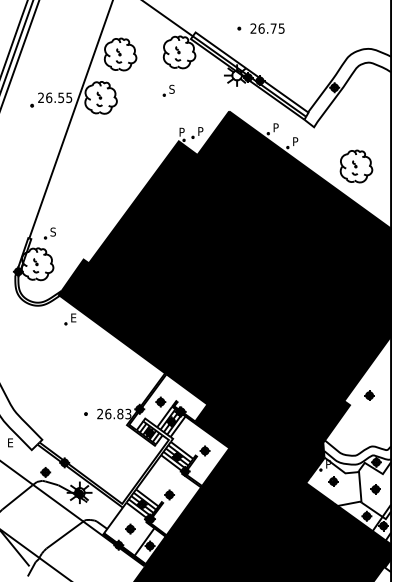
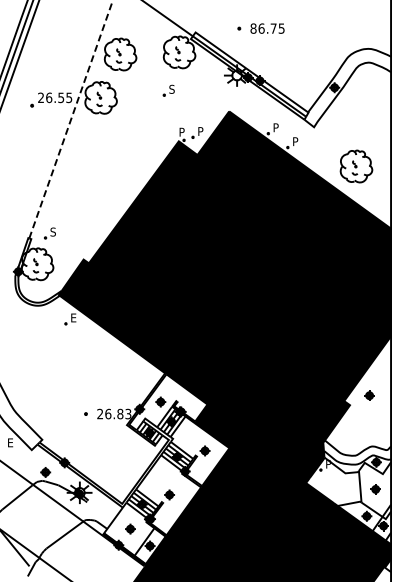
text at (253, 28): 26.75 -> 86.75
line at (71, 119): solid -> dashed
part at (333, 481): present -> none
